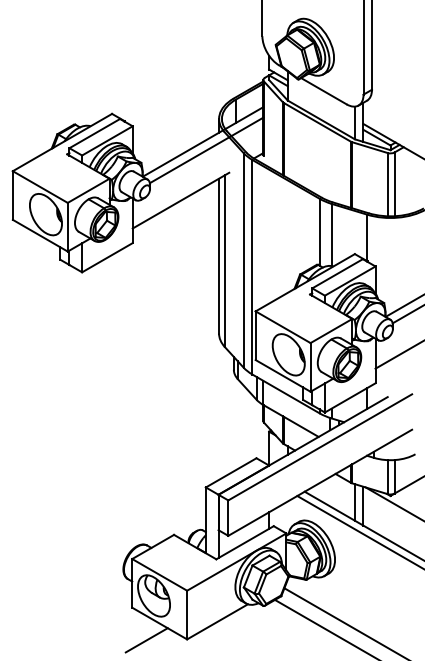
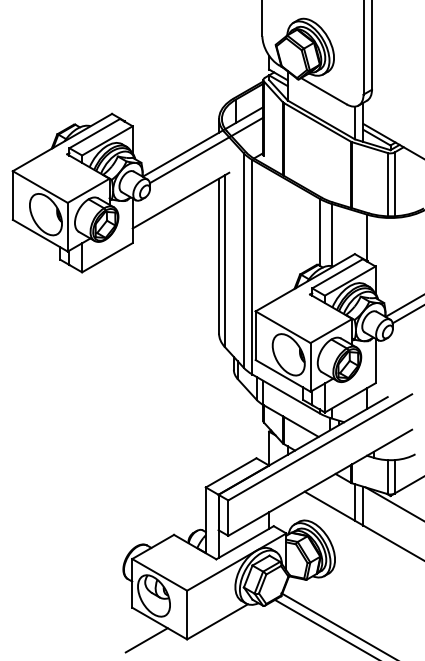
line at (398, 355): present -> none
line at (359, 531): present -> none
line at (344, 622) position: (344, 622) -> (337, 625)
